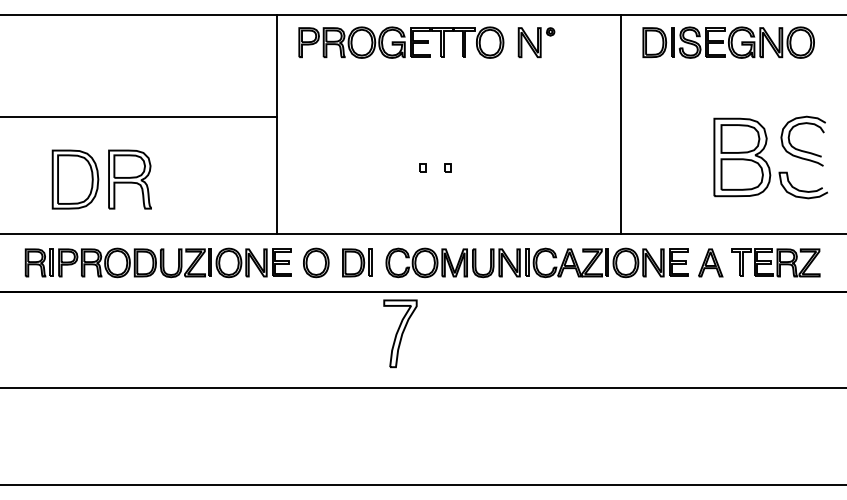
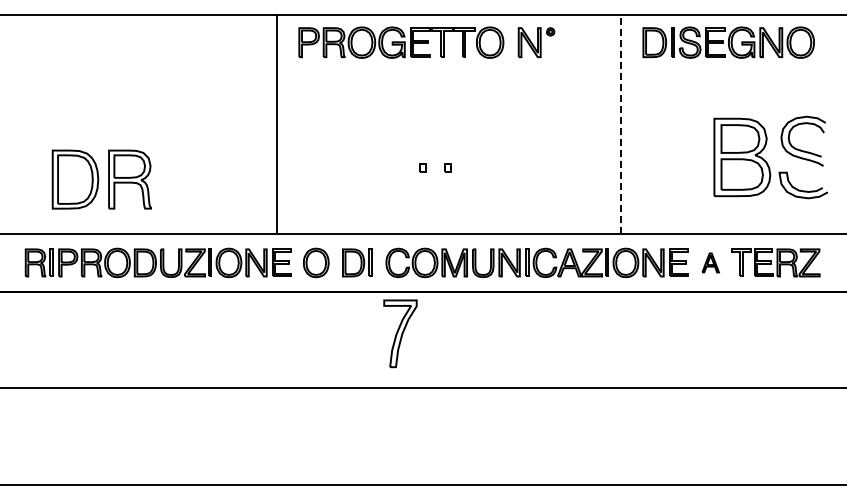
line at (139, 117): present -> none
line at (620, 123): solid -> dashed
part at (710, 262) size: 26x30 px -> 19x22 px
